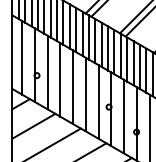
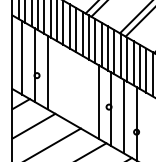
line at (60, 79): present -> none
line at (73, 87): present -> none
line at (85, 94): present -> none
line at (149, 126): present -> none
